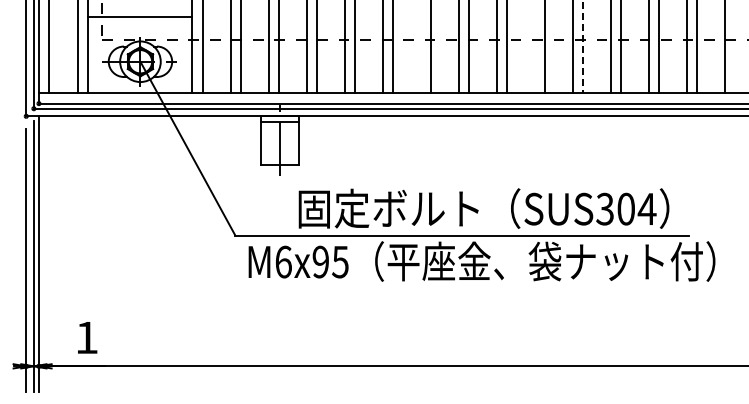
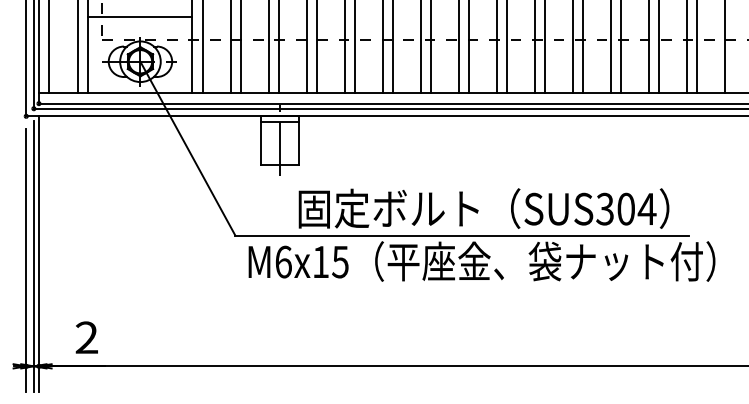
line at (420, 47): none -> present
line at (535, 47): none -> present
line at (583, 47): dashed -> solid
text at (320, 261): M6x95 -> M6x15
text at (86, 337): 1 -> 2
